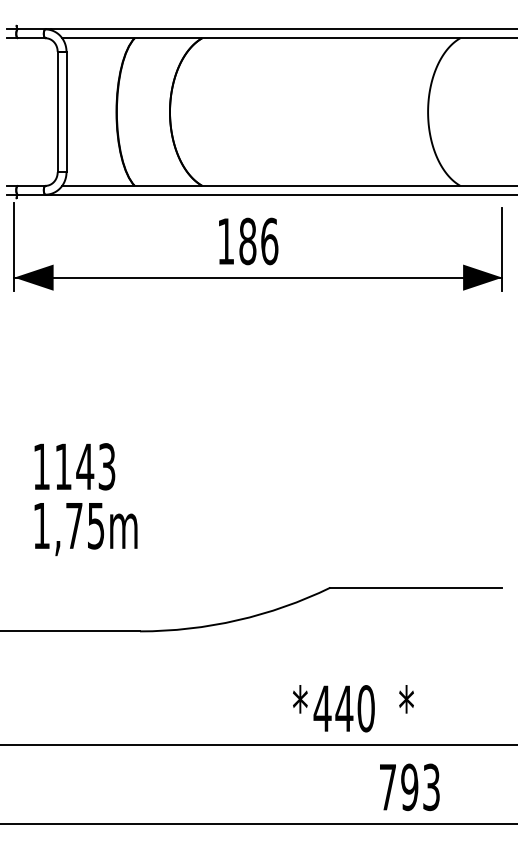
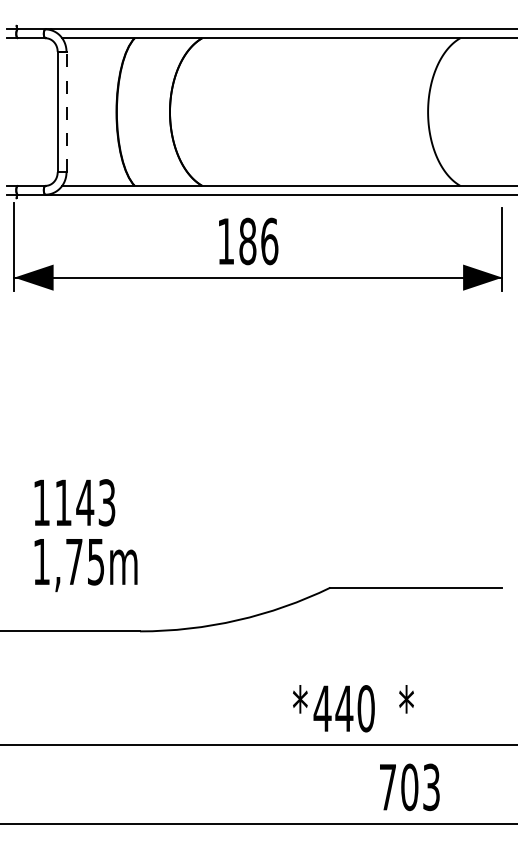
line at (66, 111): solid -> dashed
text at (85, 499) position: (85, 499) -> (85, 535)
text at (409, 787): 793 -> 703
